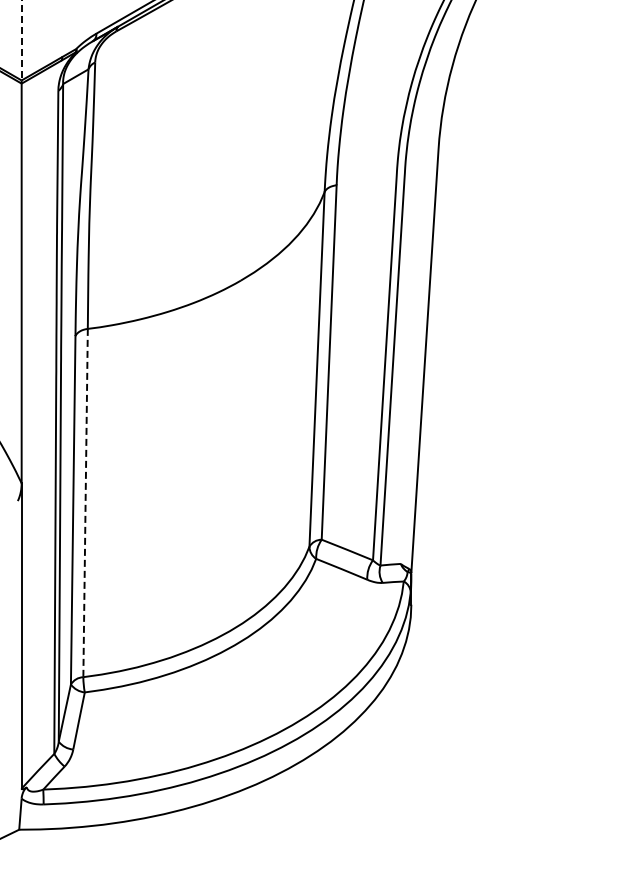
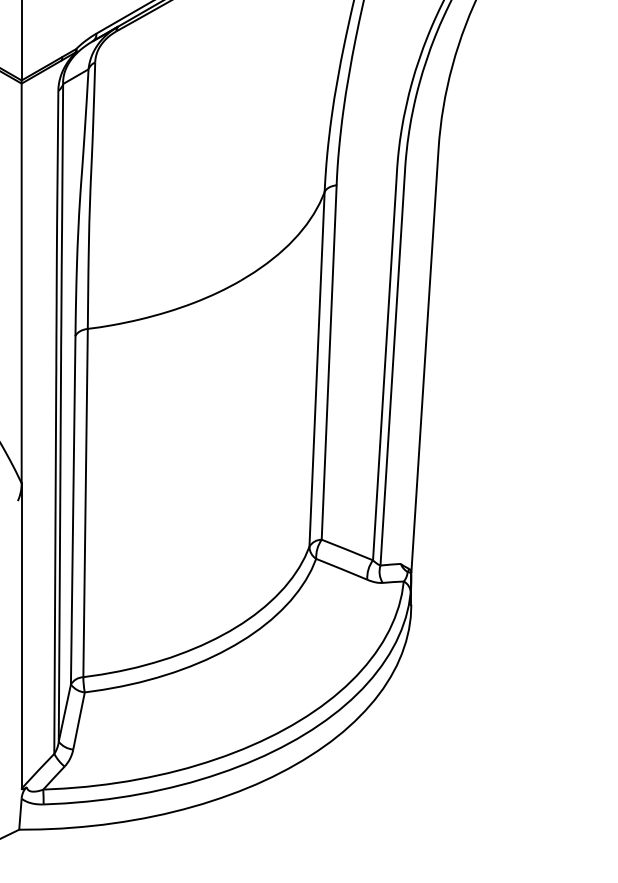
line at (21, 40): dashed -> solid
line at (85, 503): dashed -> solid
